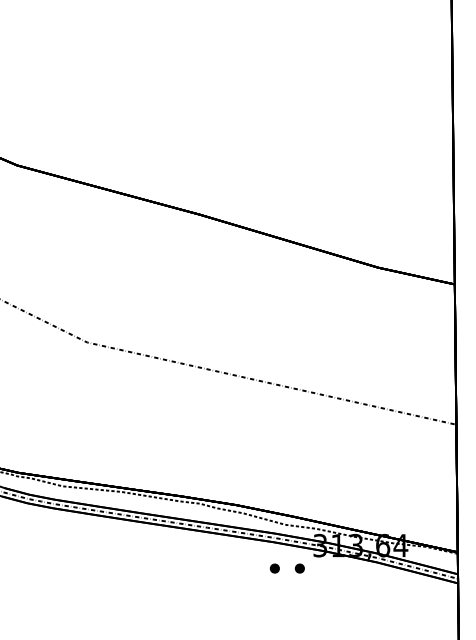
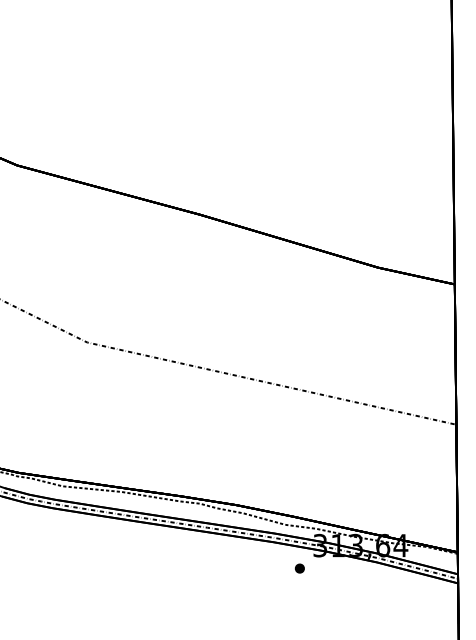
part at (274, 568): present -> none
